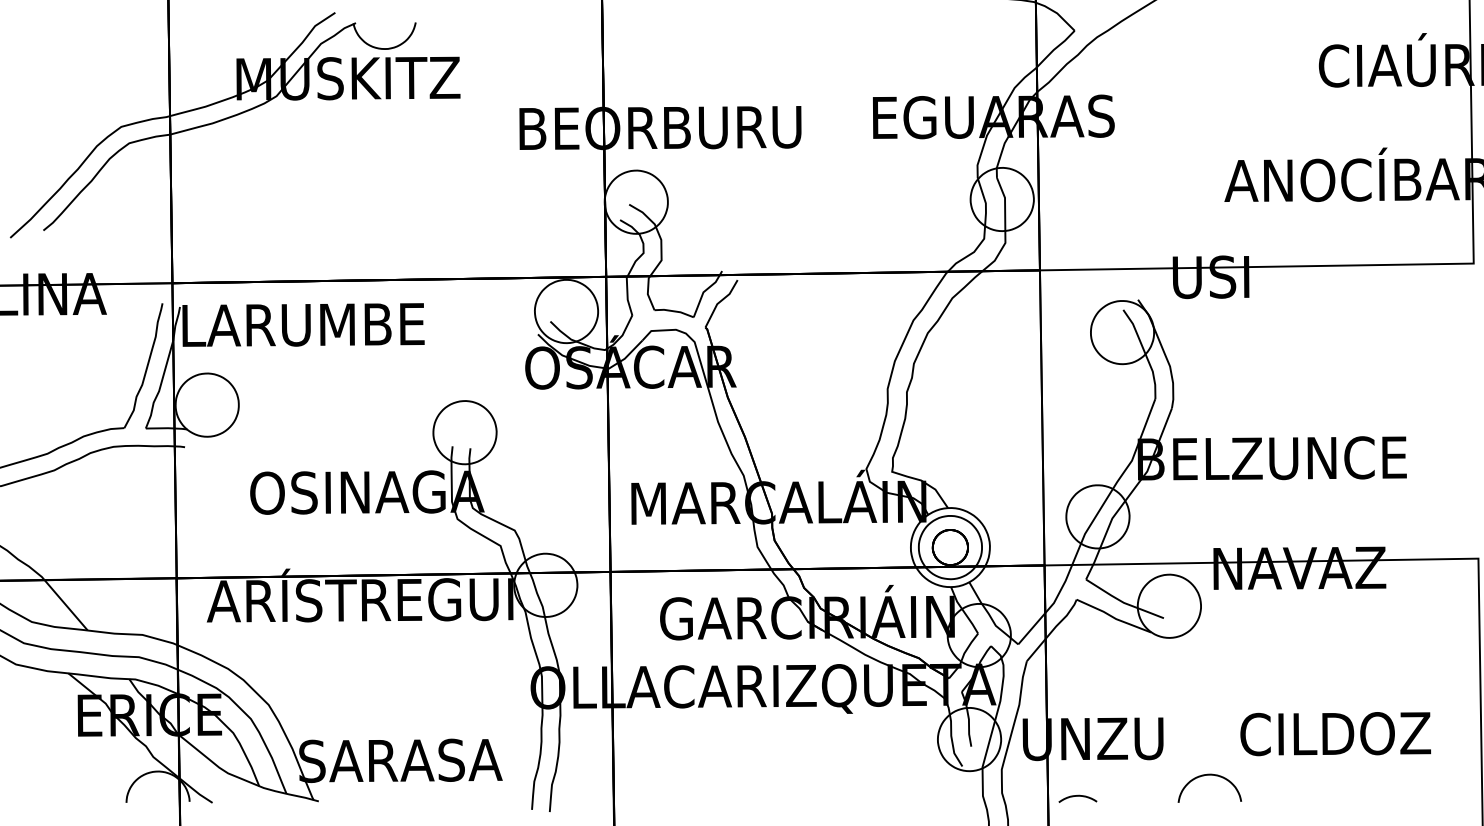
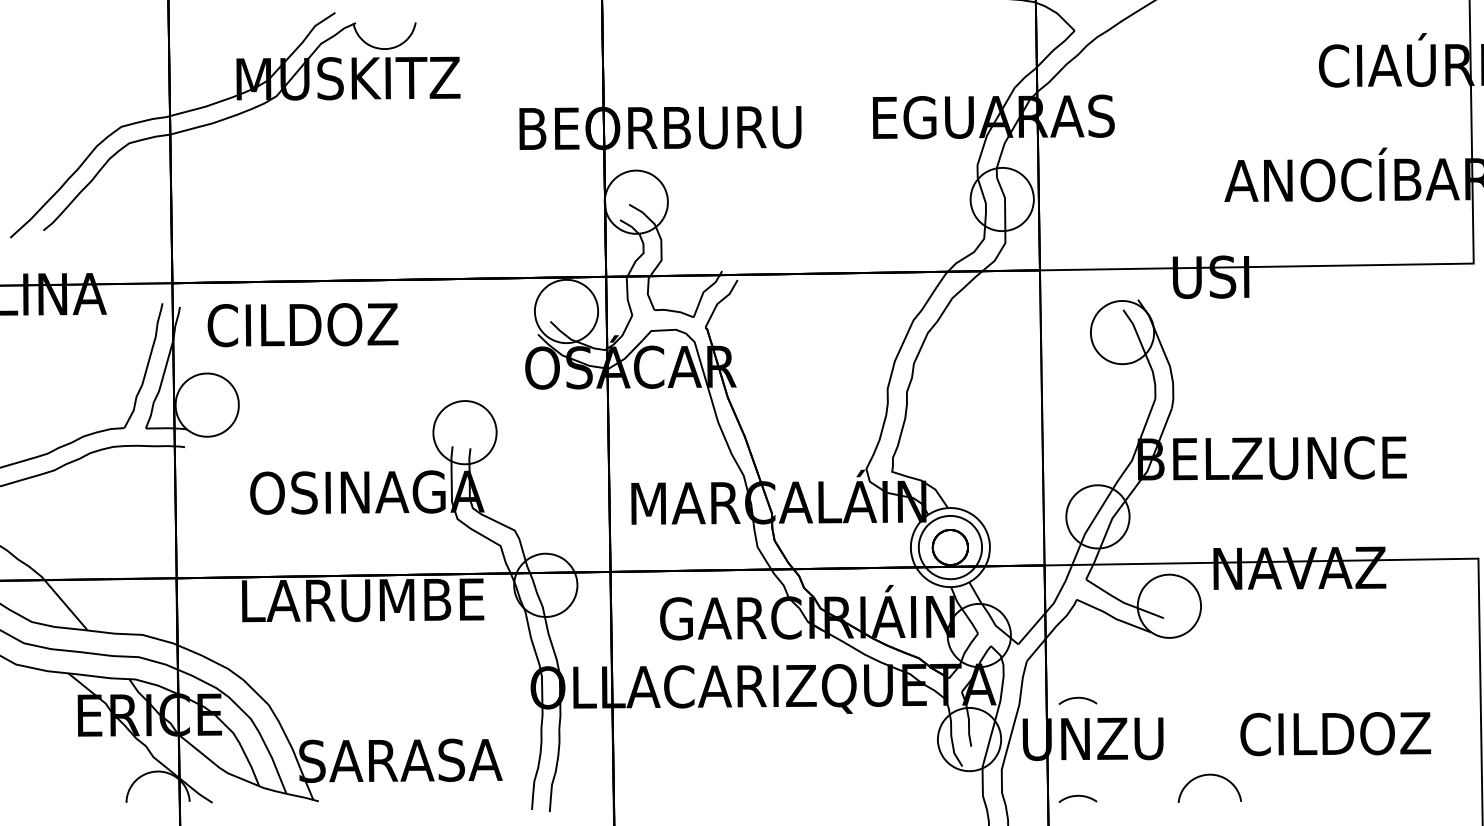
text at (303, 325): LARUMBE -> CILDOZ
text at (359, 595): ARÍSTREGUI -> LARUMBE
curve at (1077, 698): none -> present
